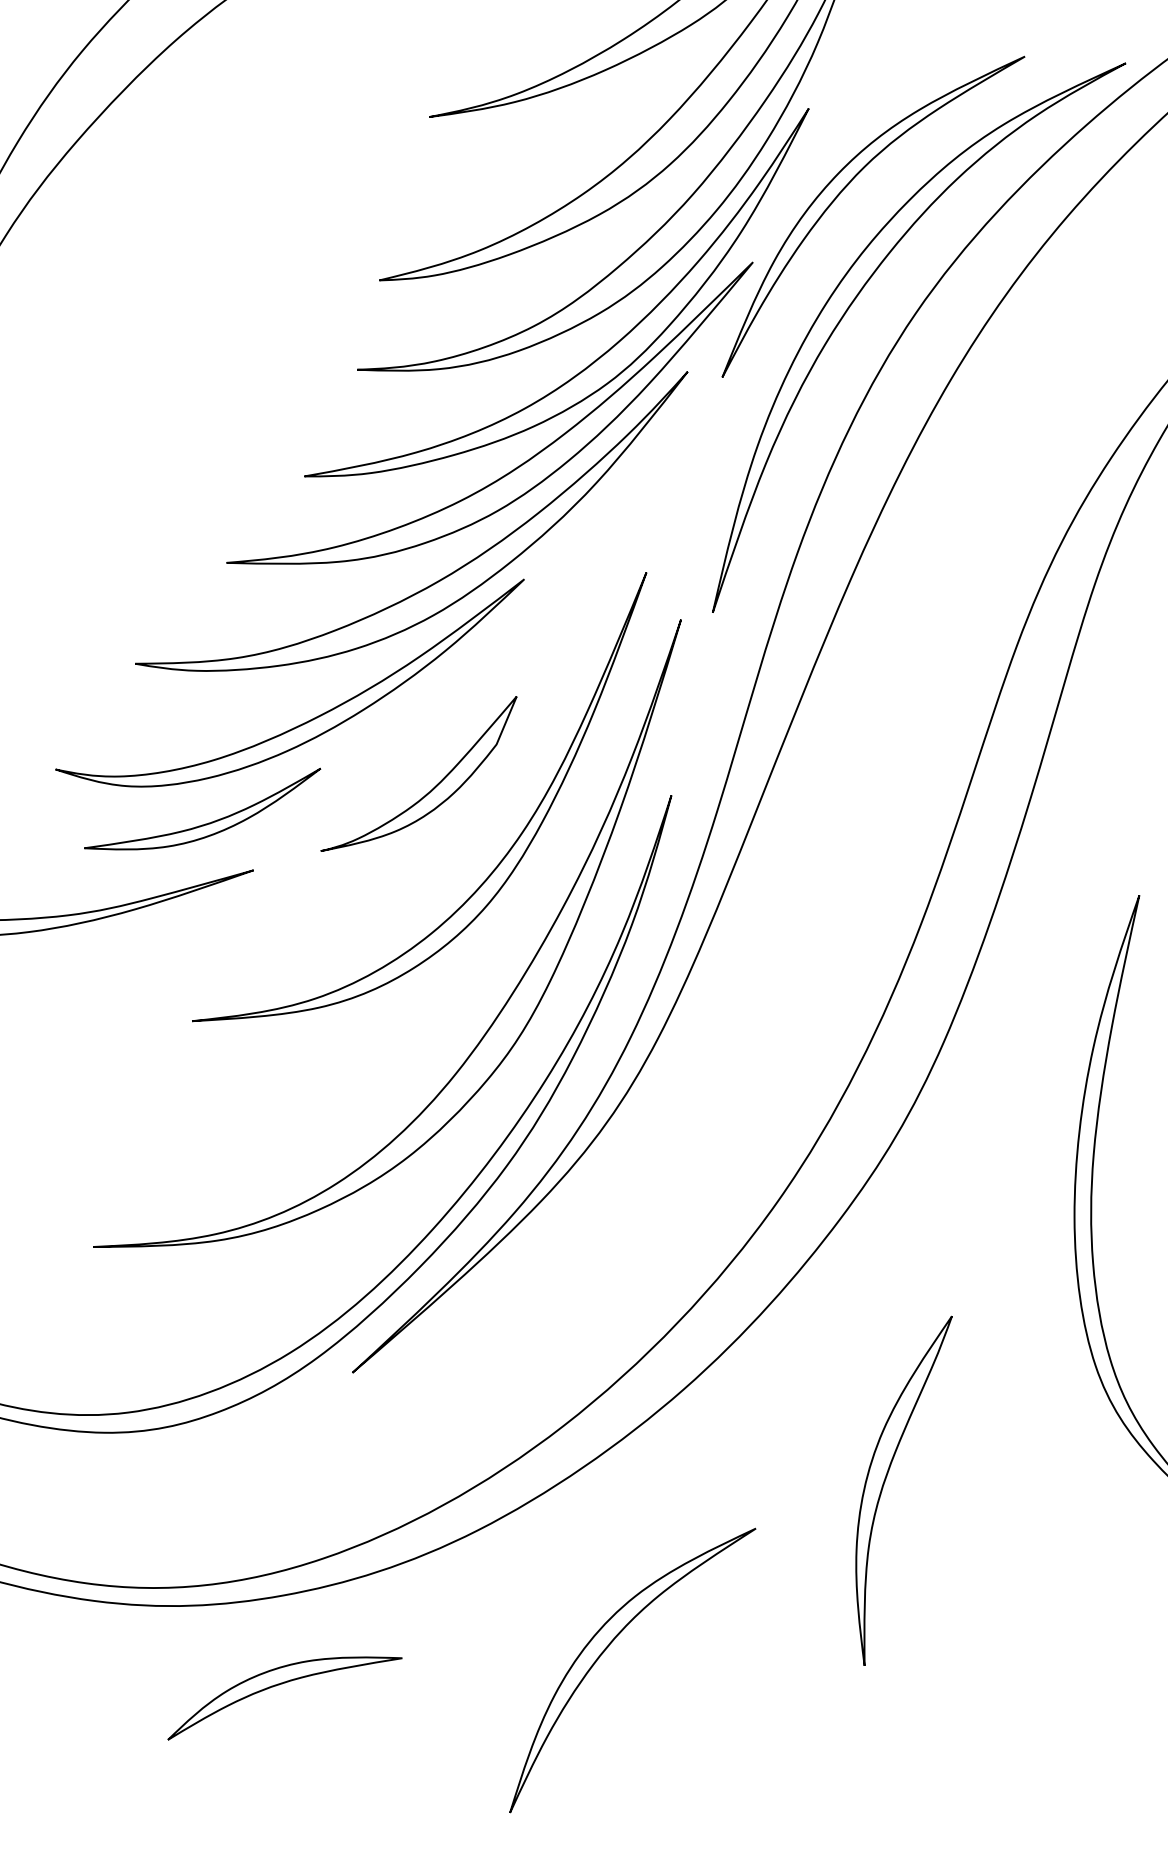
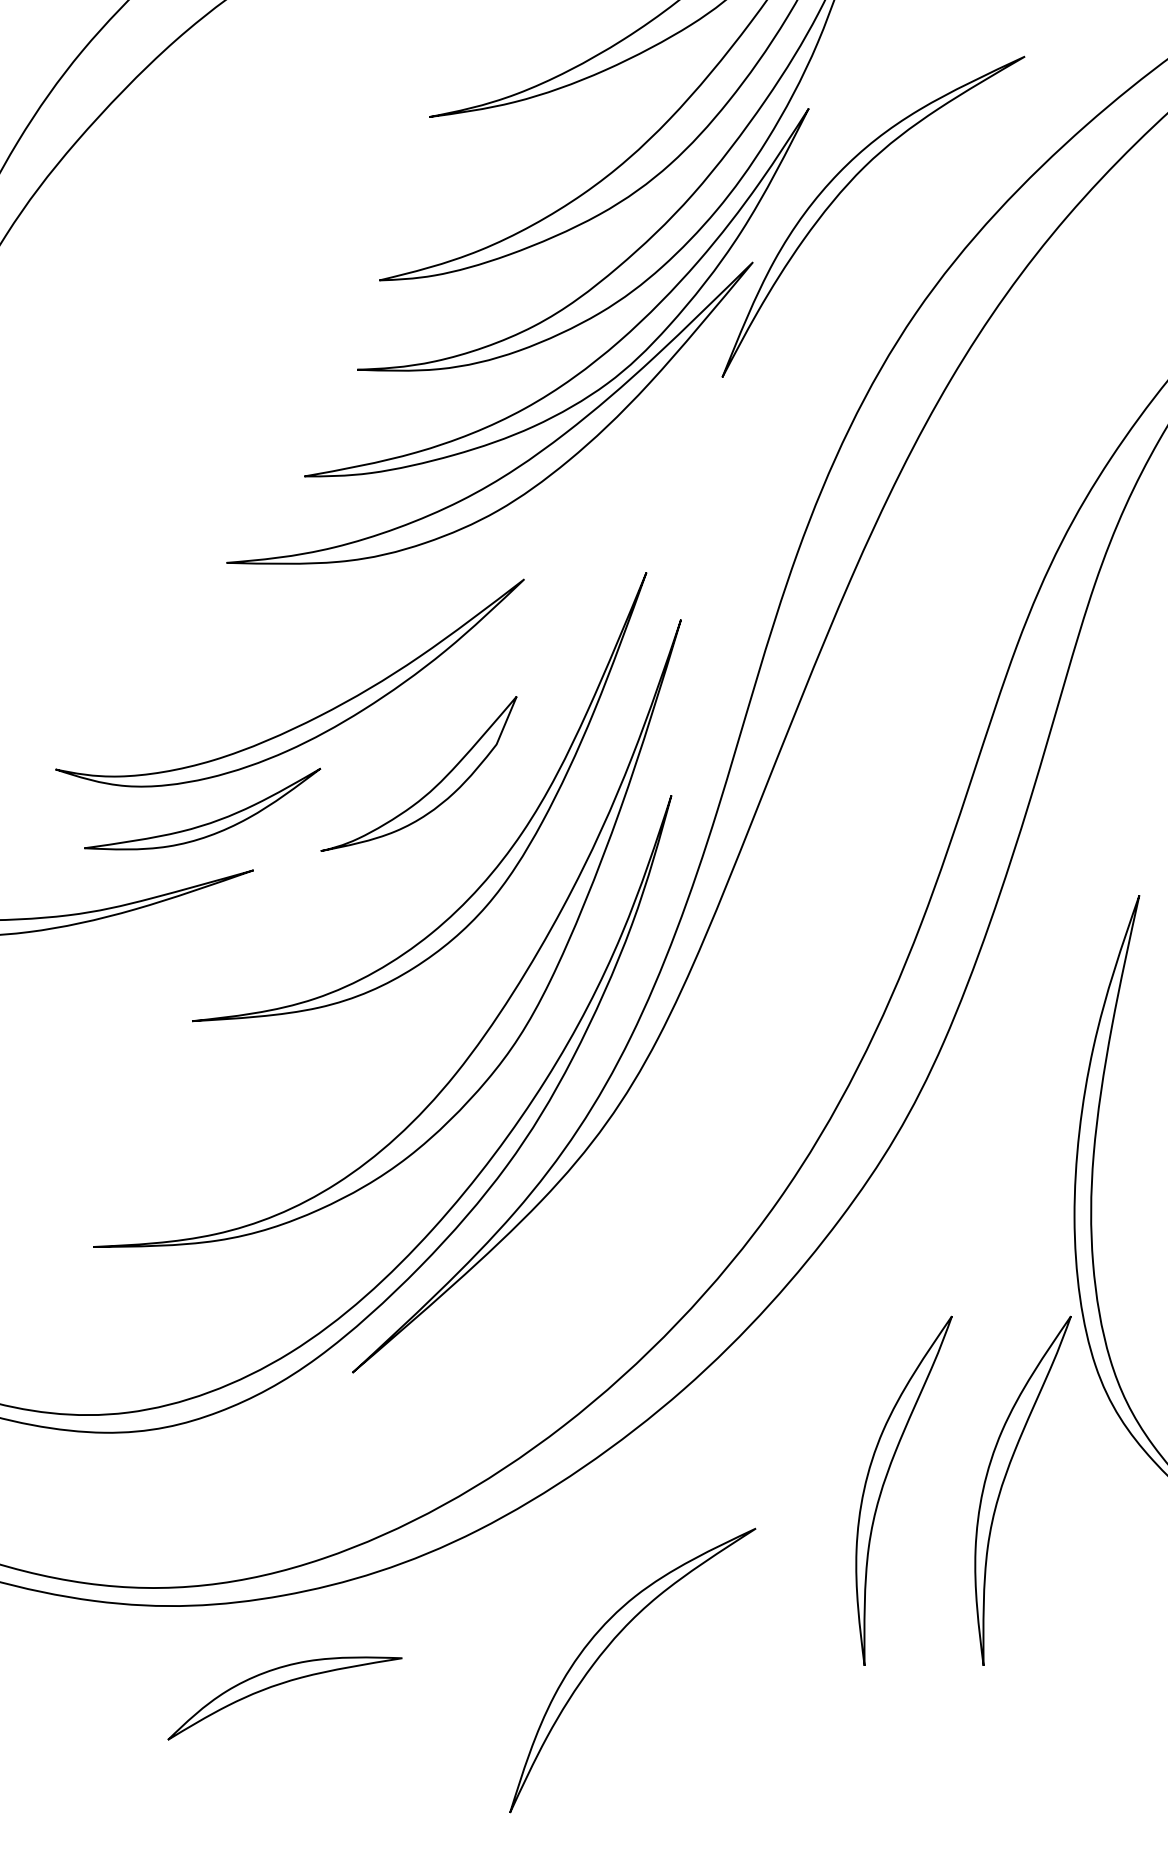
part at (857, 297): present -> none
part at (444, 576): present -> none
part at (1004, 1482): none -> present
